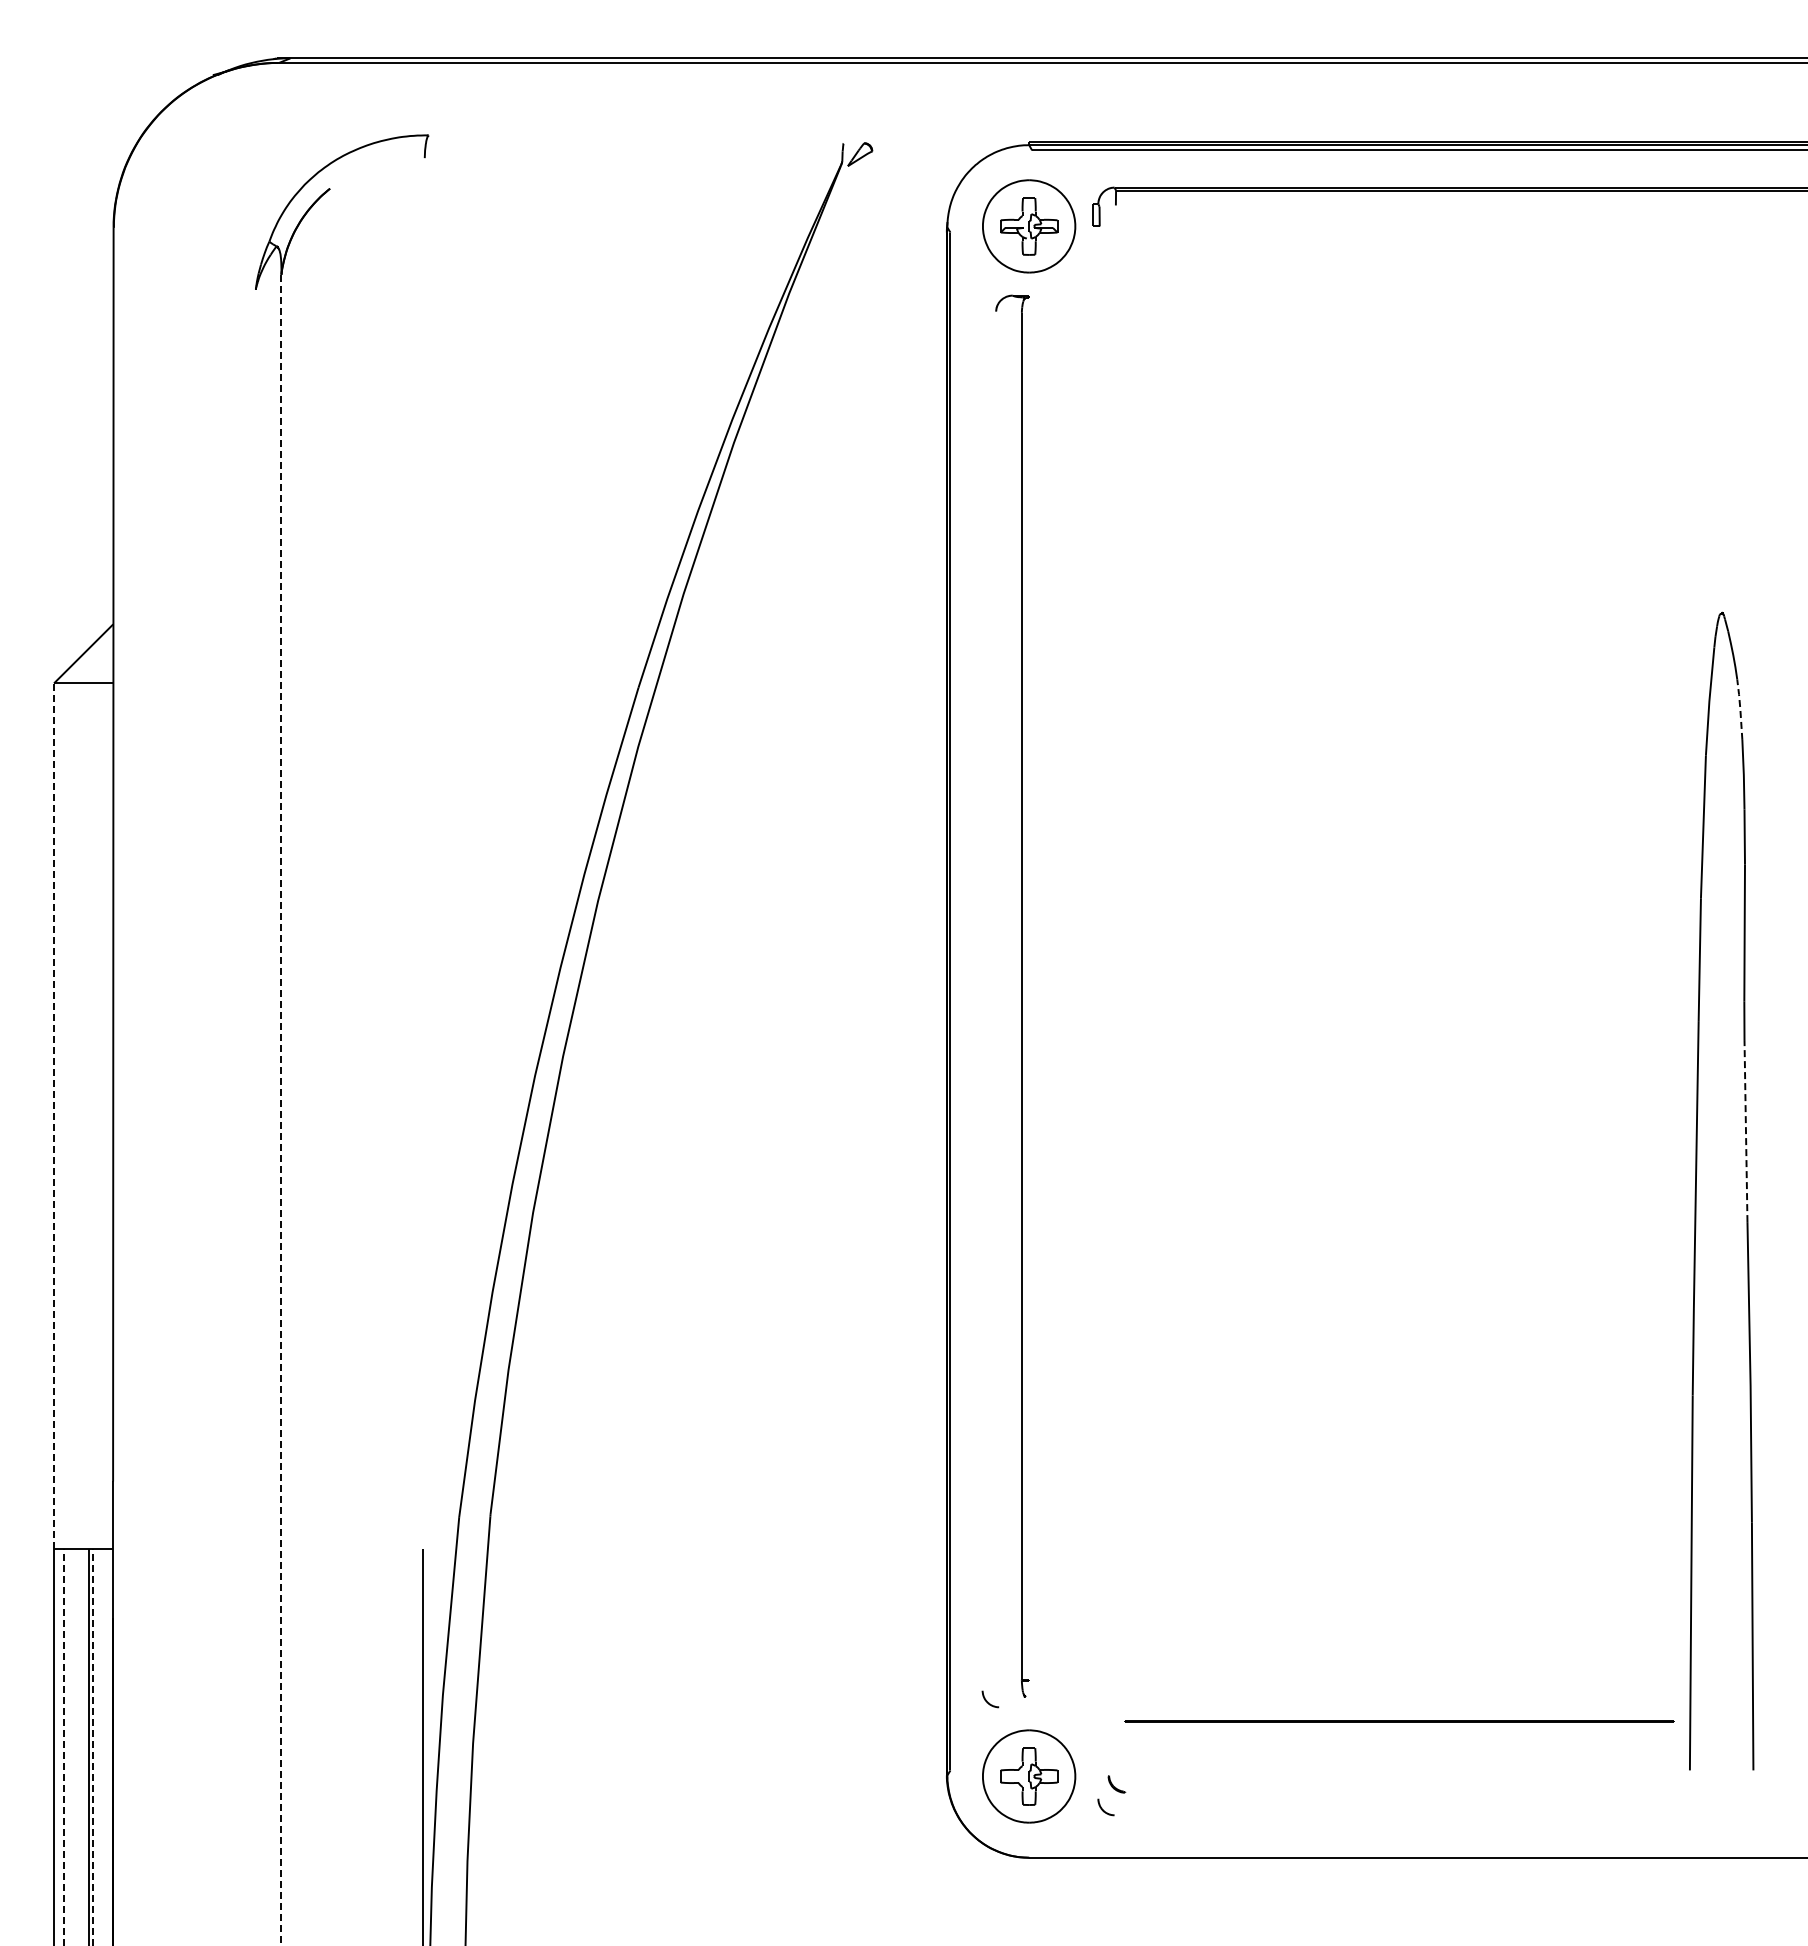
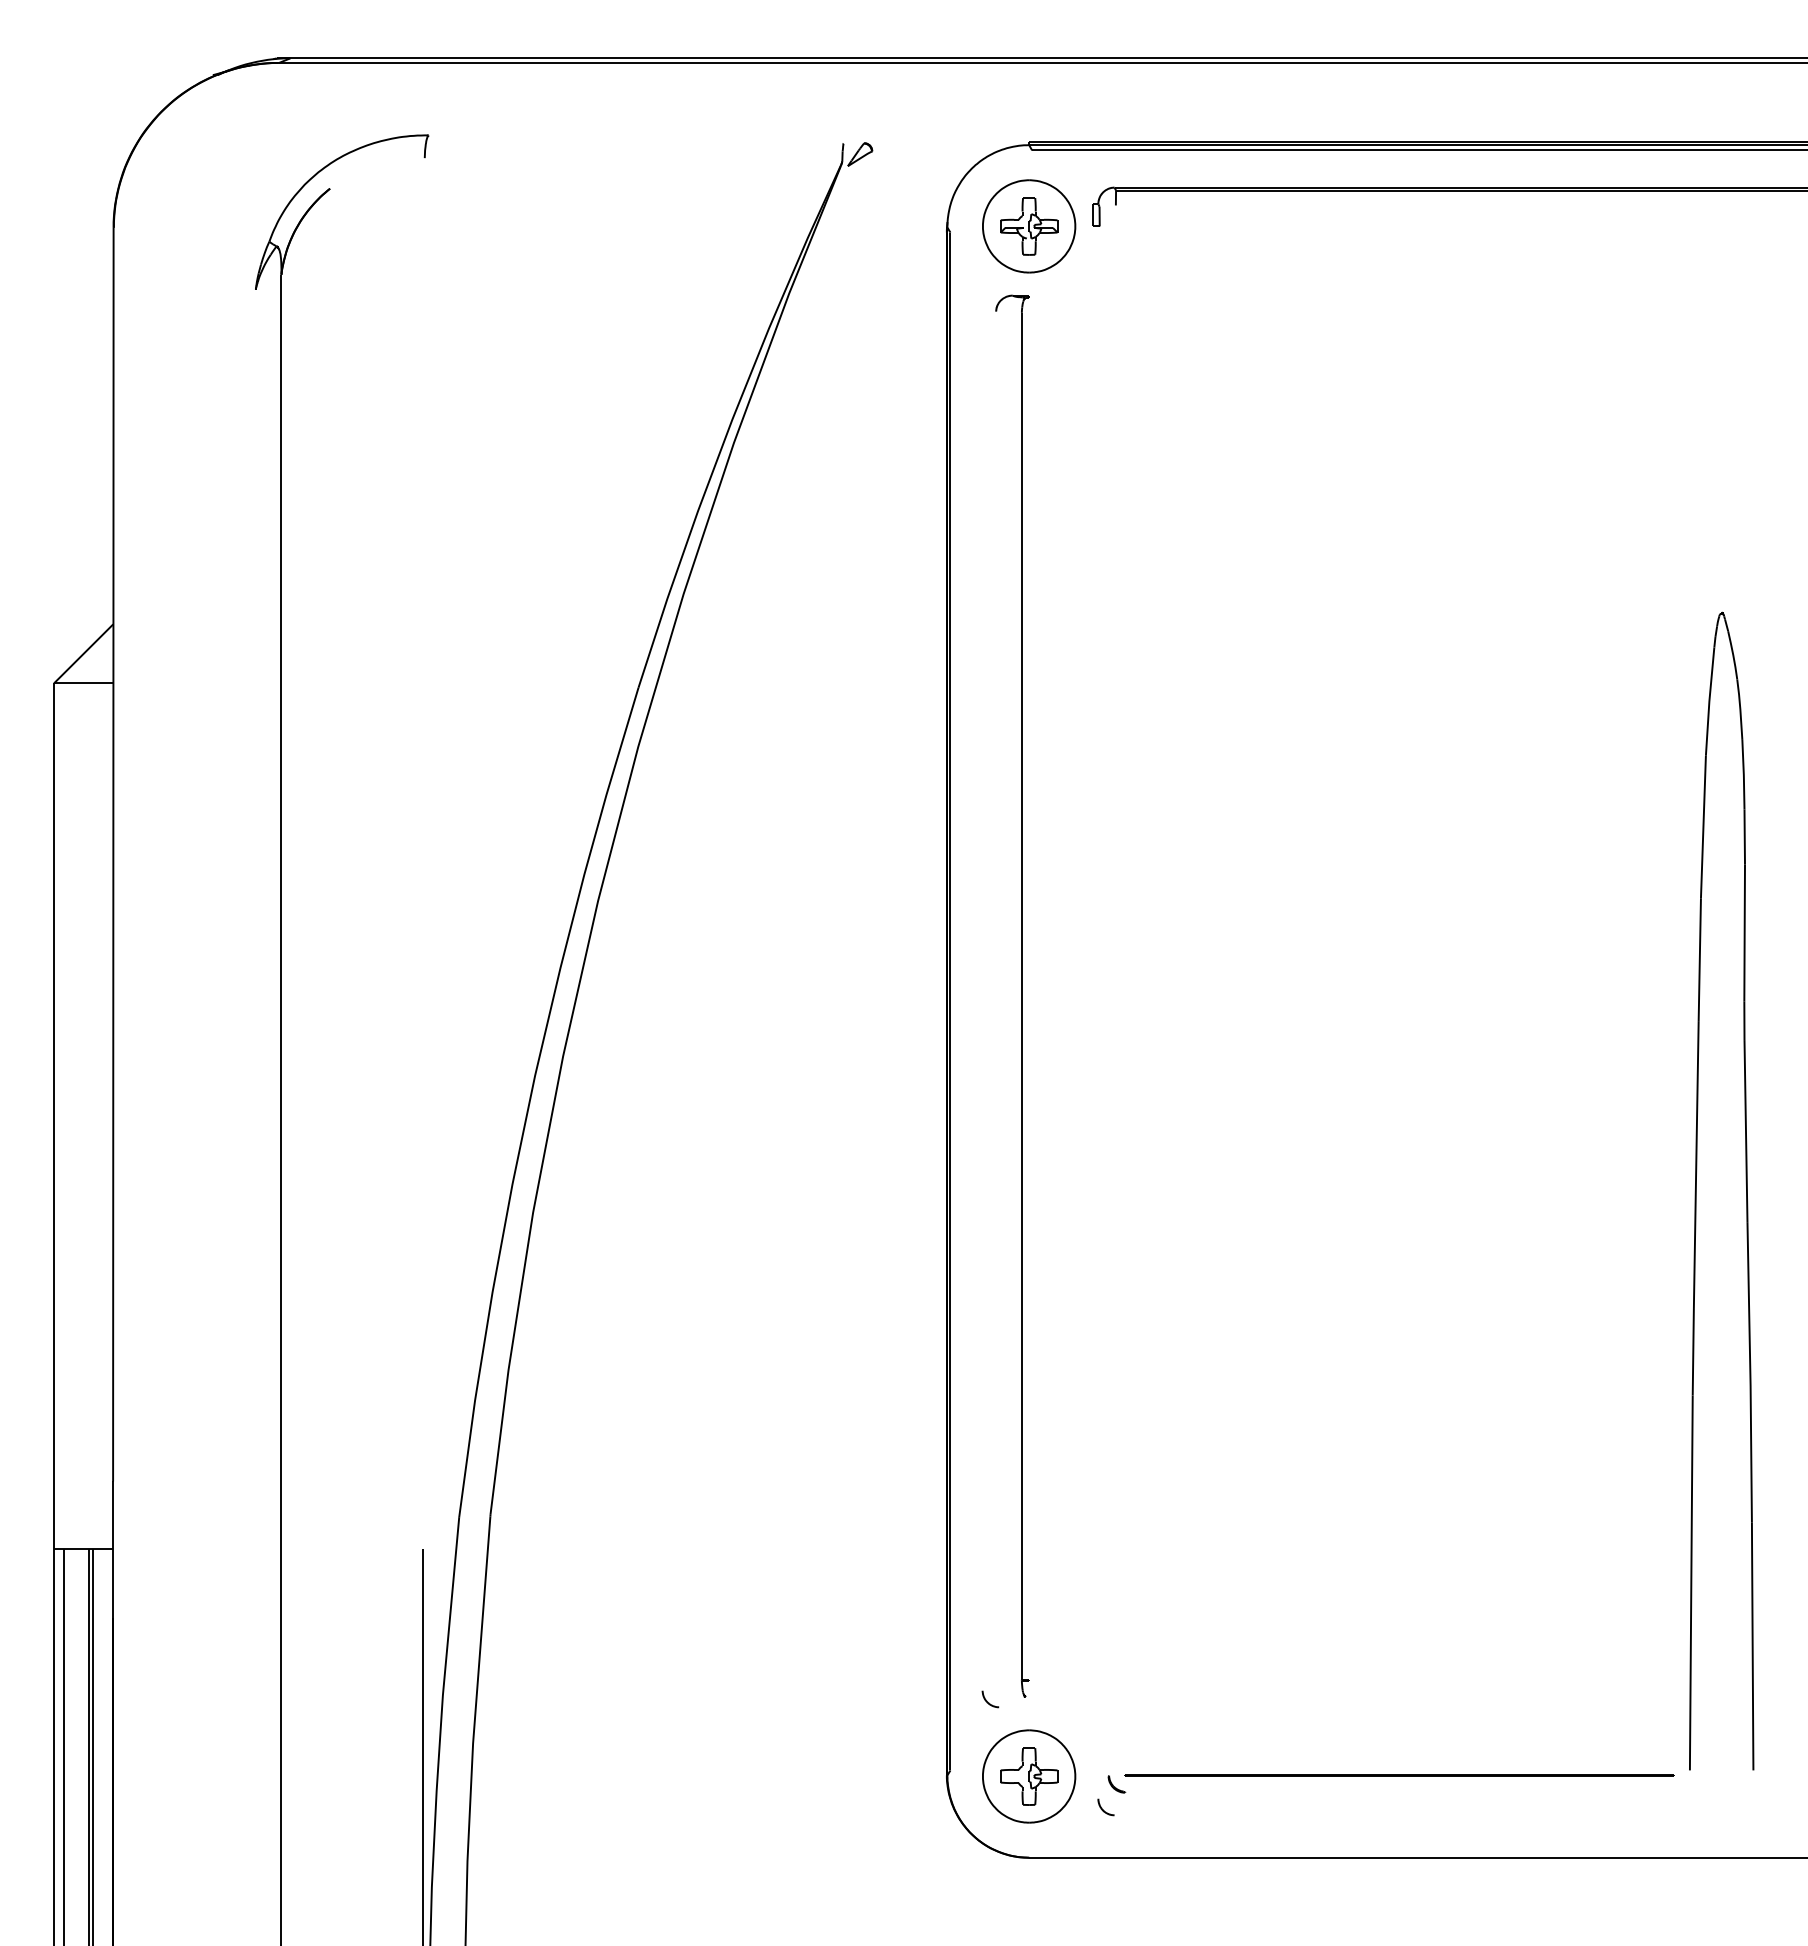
line at (1740, 708): dashed -> solid
line at (281, 1110): dashed -> solid
line at (54, 1116): dashed -> solid
line at (1745, 1130): dashed -> solid
line at (1399, 1721) position: (1399, 1721) -> (1399, 1775)
line at (63, 1747): dashed -> solid
line at (93, 1747): dashed -> solid
